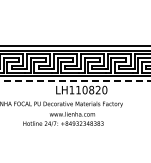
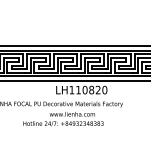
line at (75, 80): dashed -> solid
